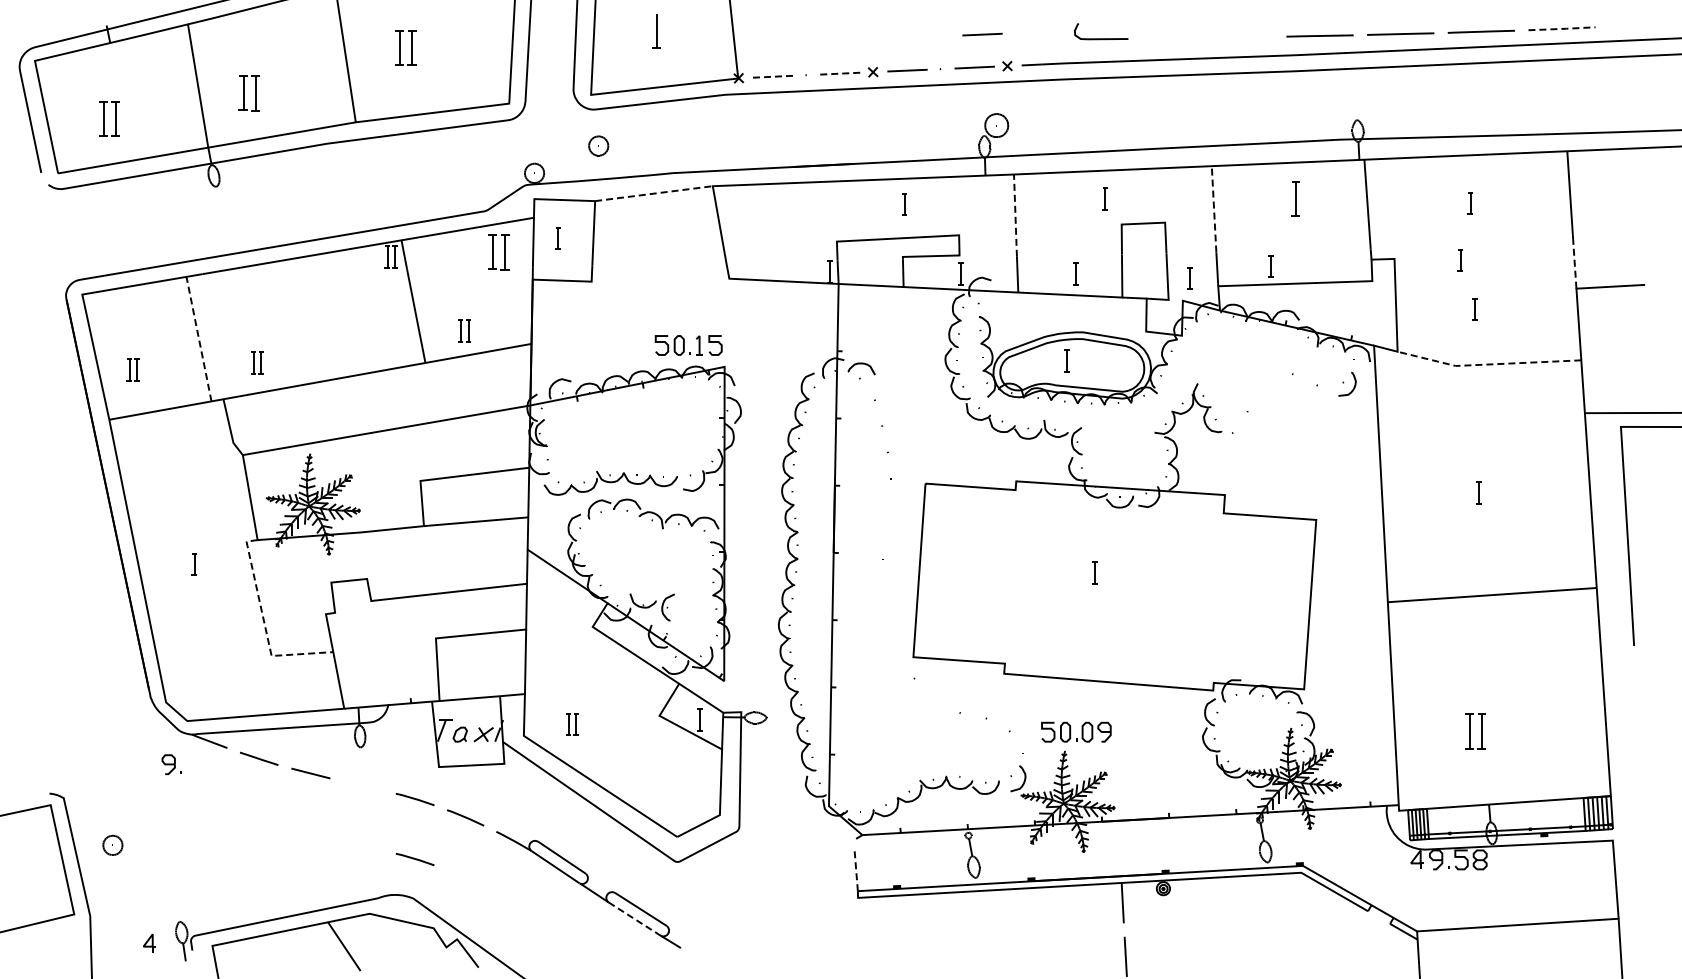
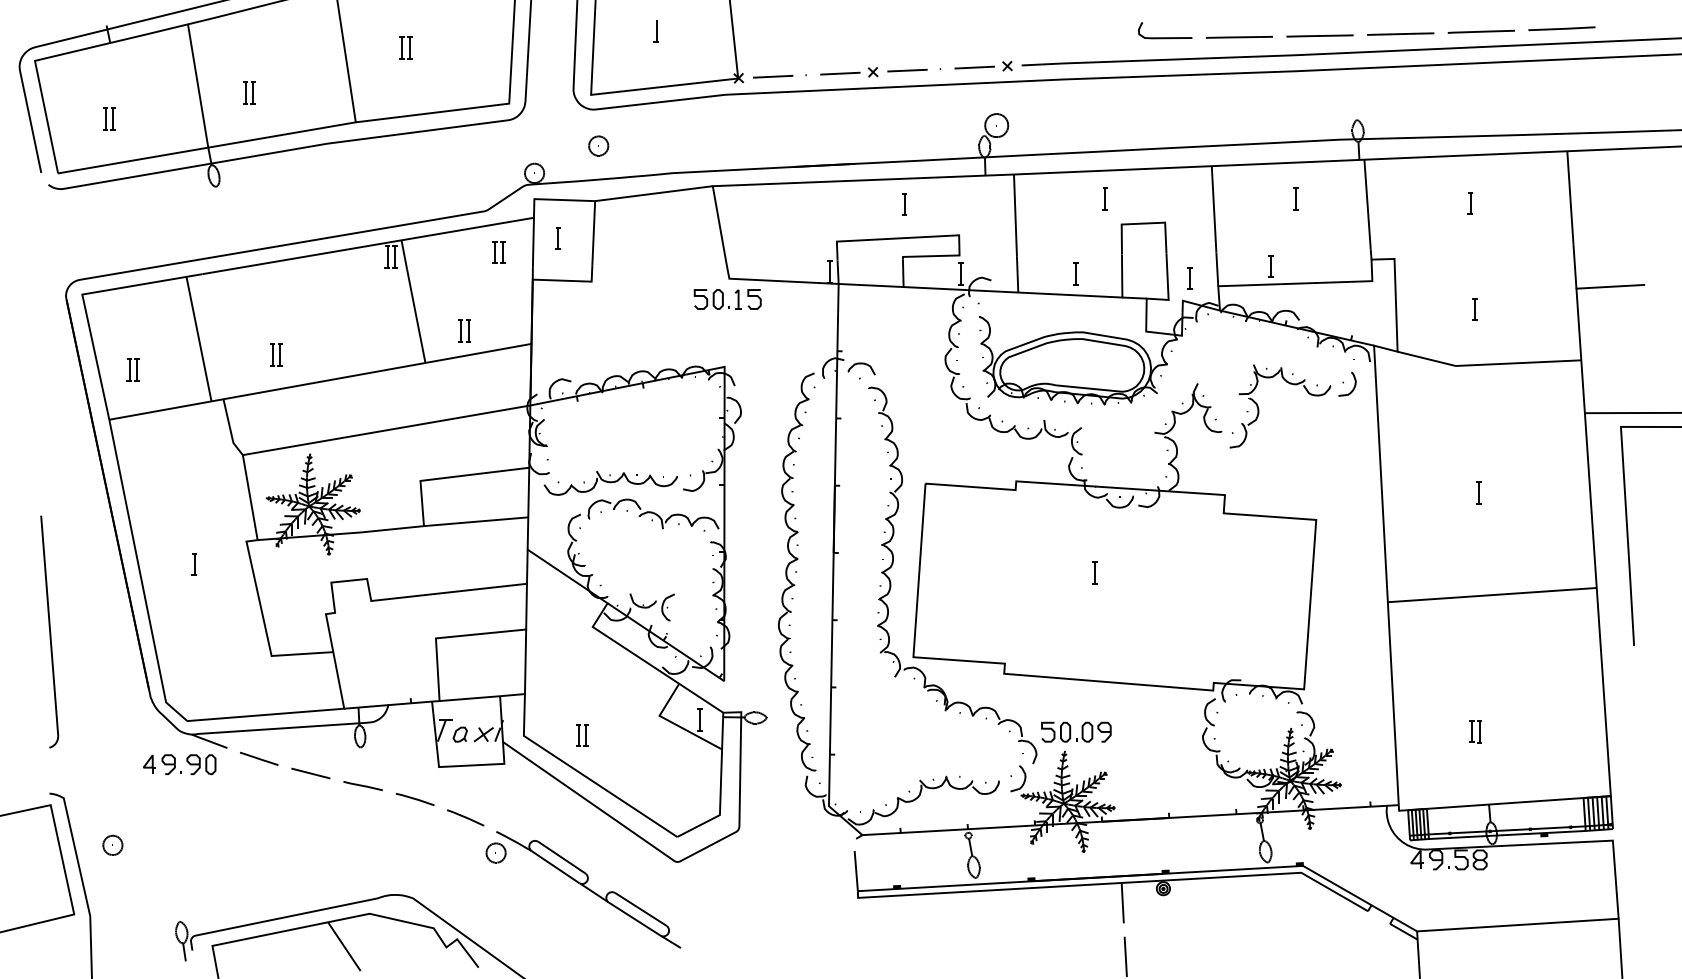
line at (1562, 28): dashed -> solid
part at (656, 31) size: 9x35 px -> 6x23 px
line at (982, 34): present -> none
line at (1238, 36): none -> present
curve at (1101, 38) position: (1101, 38) -> (1165, 37)
part at (405, 47) size: 22x36 px -> 14x24 px
line at (840, 73): dashed -> solid
line at (773, 76): dashed -> solid
part at (248, 93) size: 22x37 px -> 13x24 px
part at (109, 118) size: 21x36 px -> 13x24 px
line at (654, 193): dashed -> solid
part at (1295, 198) size: 9x36 px -> 6x24 px
line at (1214, 208): dashed -> solid
line at (1015, 215): dashed -> solid
part at (498, 252) size: 22x37 px -> 14x23 px
part at (1459, 260): present -> none
line at (1574, 266): dashed -> solid
line at (199, 339): dashed -> solid
part at (688, 345) position: (688, 345) -> (727, 299)
part at (1066, 360): present -> none
part at (257, 362) position: (257, 362) -> (276, 354)
line at (1487, 364): dashed -> solid
part at (1259, 409): none -> present
part at (893, 564): none -> present
line at (264, 623): dashed -> solid
curve at (49, 631): none -> present
part at (572, 724) position: (572, 724) -> (582, 735)
part at (1475, 731) size: 21x37 px -> 13x24 px
part at (201, 764): none -> present
line at (362, 786): none -> present
part at (495, 852): none -> present
line at (414, 858): present -> none
line at (856, 870): dashed -> solid
line at (634, 919): dashed -> solid
part at (149, 942) position: (149, 942) -> (149, 763)
